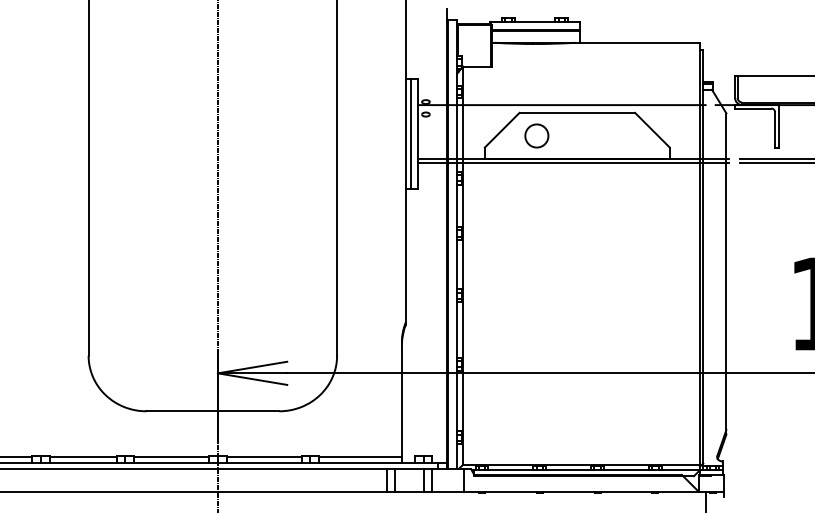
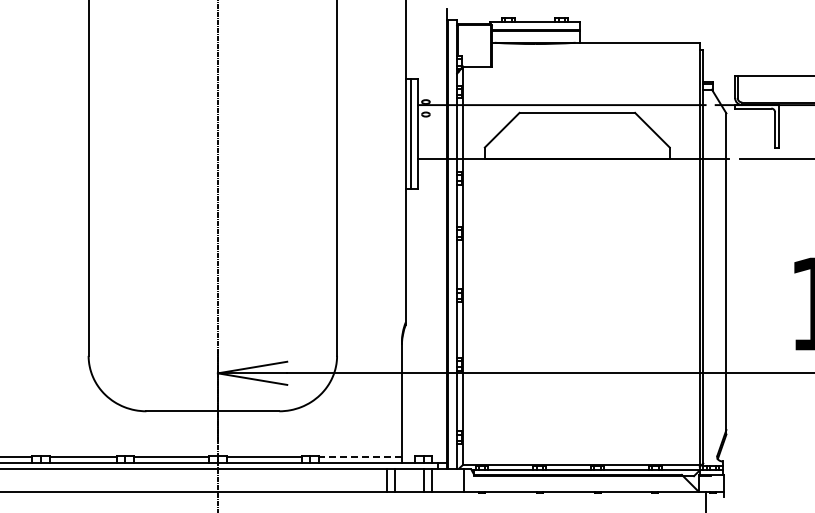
circle at (536, 135): present -> none
line at (573, 162): present -> none
line at (775, 162): present -> none
line at (360, 456): solid -> dashed
